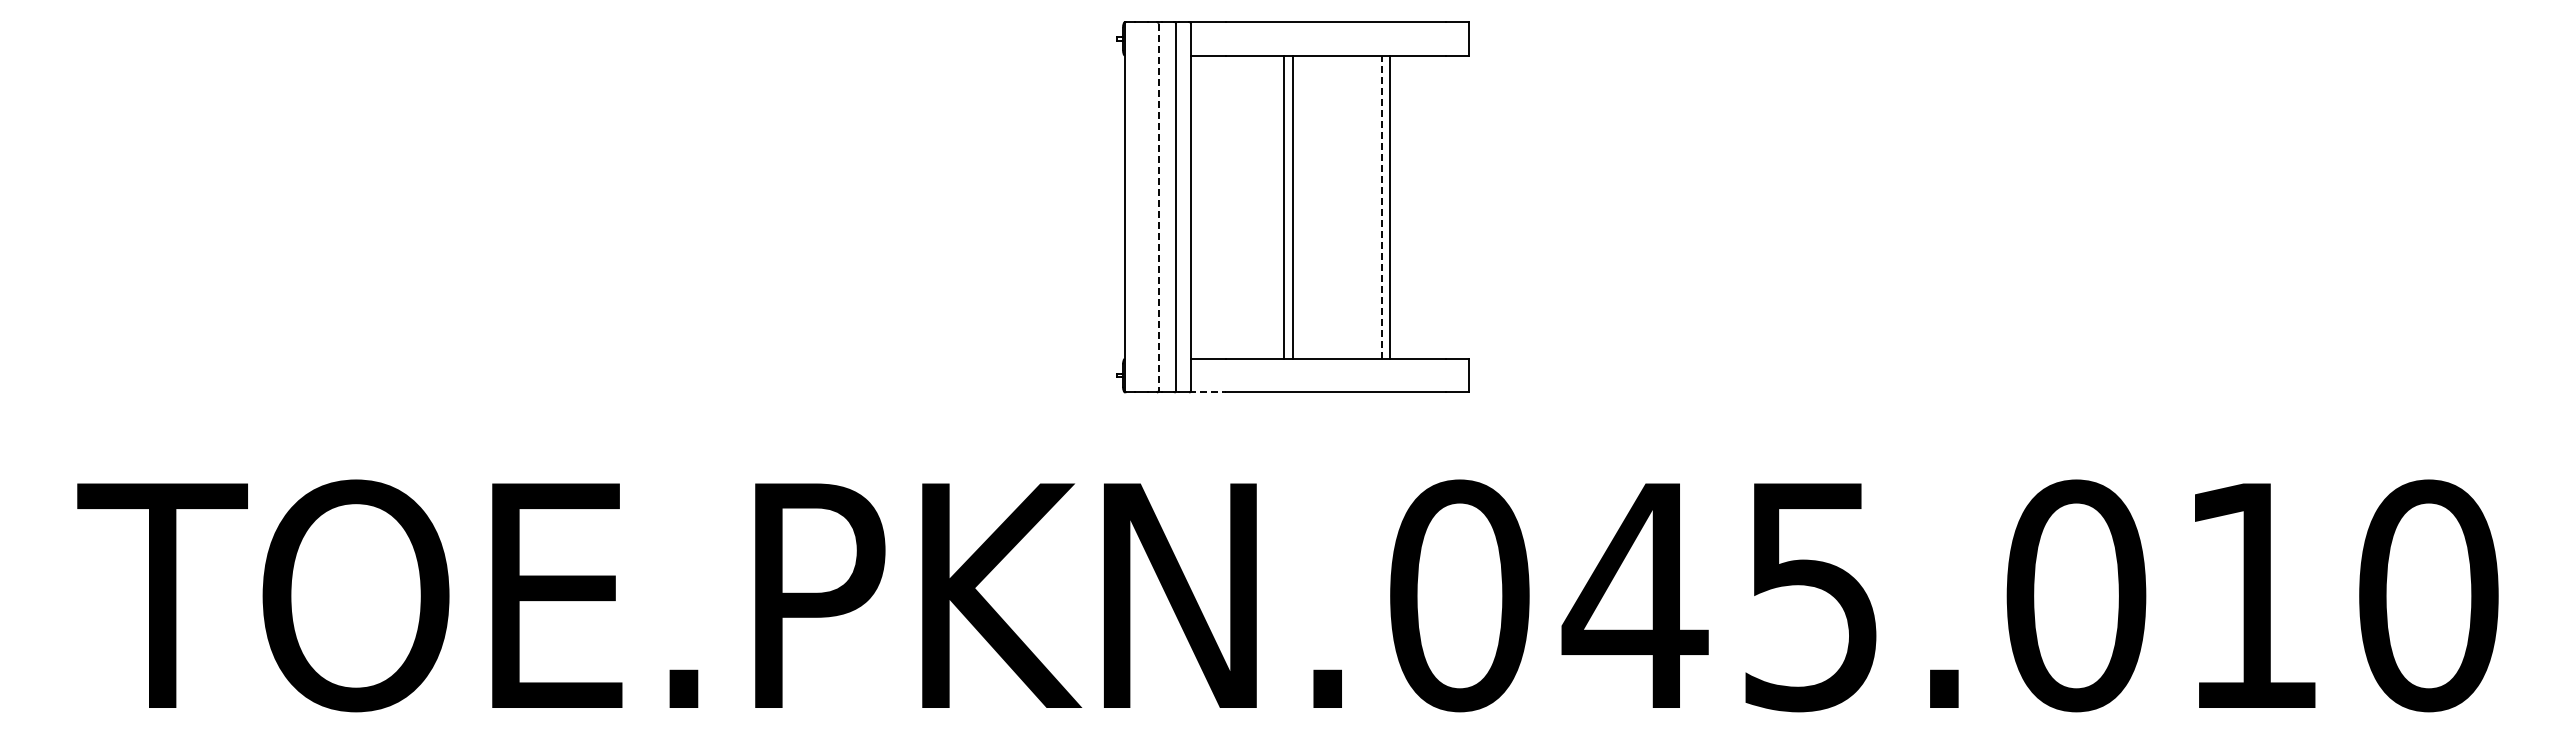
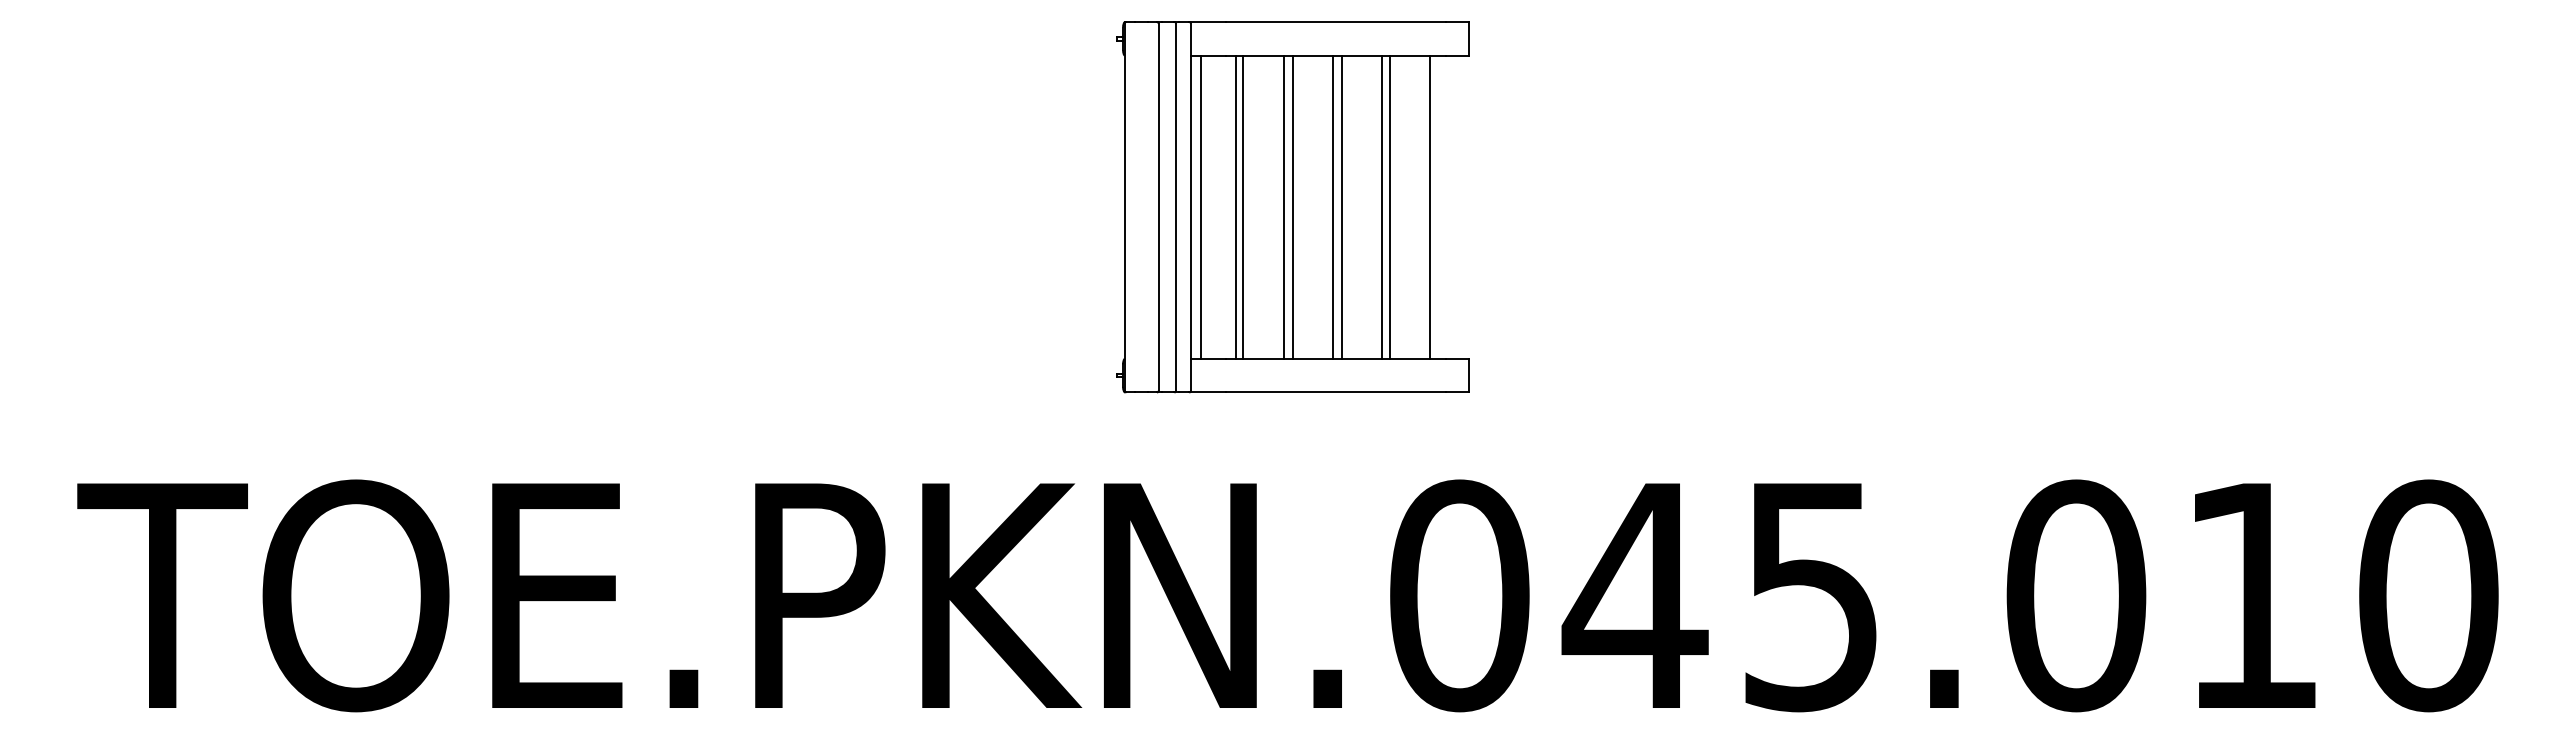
line at (1201, 206): none -> present
line at (1236, 206): none -> present
line at (1242, 206): none -> present
line at (1332, 206): none -> present
line at (1341, 206): none -> present
line at (1429, 206): none -> present
line at (1158, 207): dashed -> solid
line at (1381, 207): dashed -> solid
line at (1207, 392): dashed -> solid
